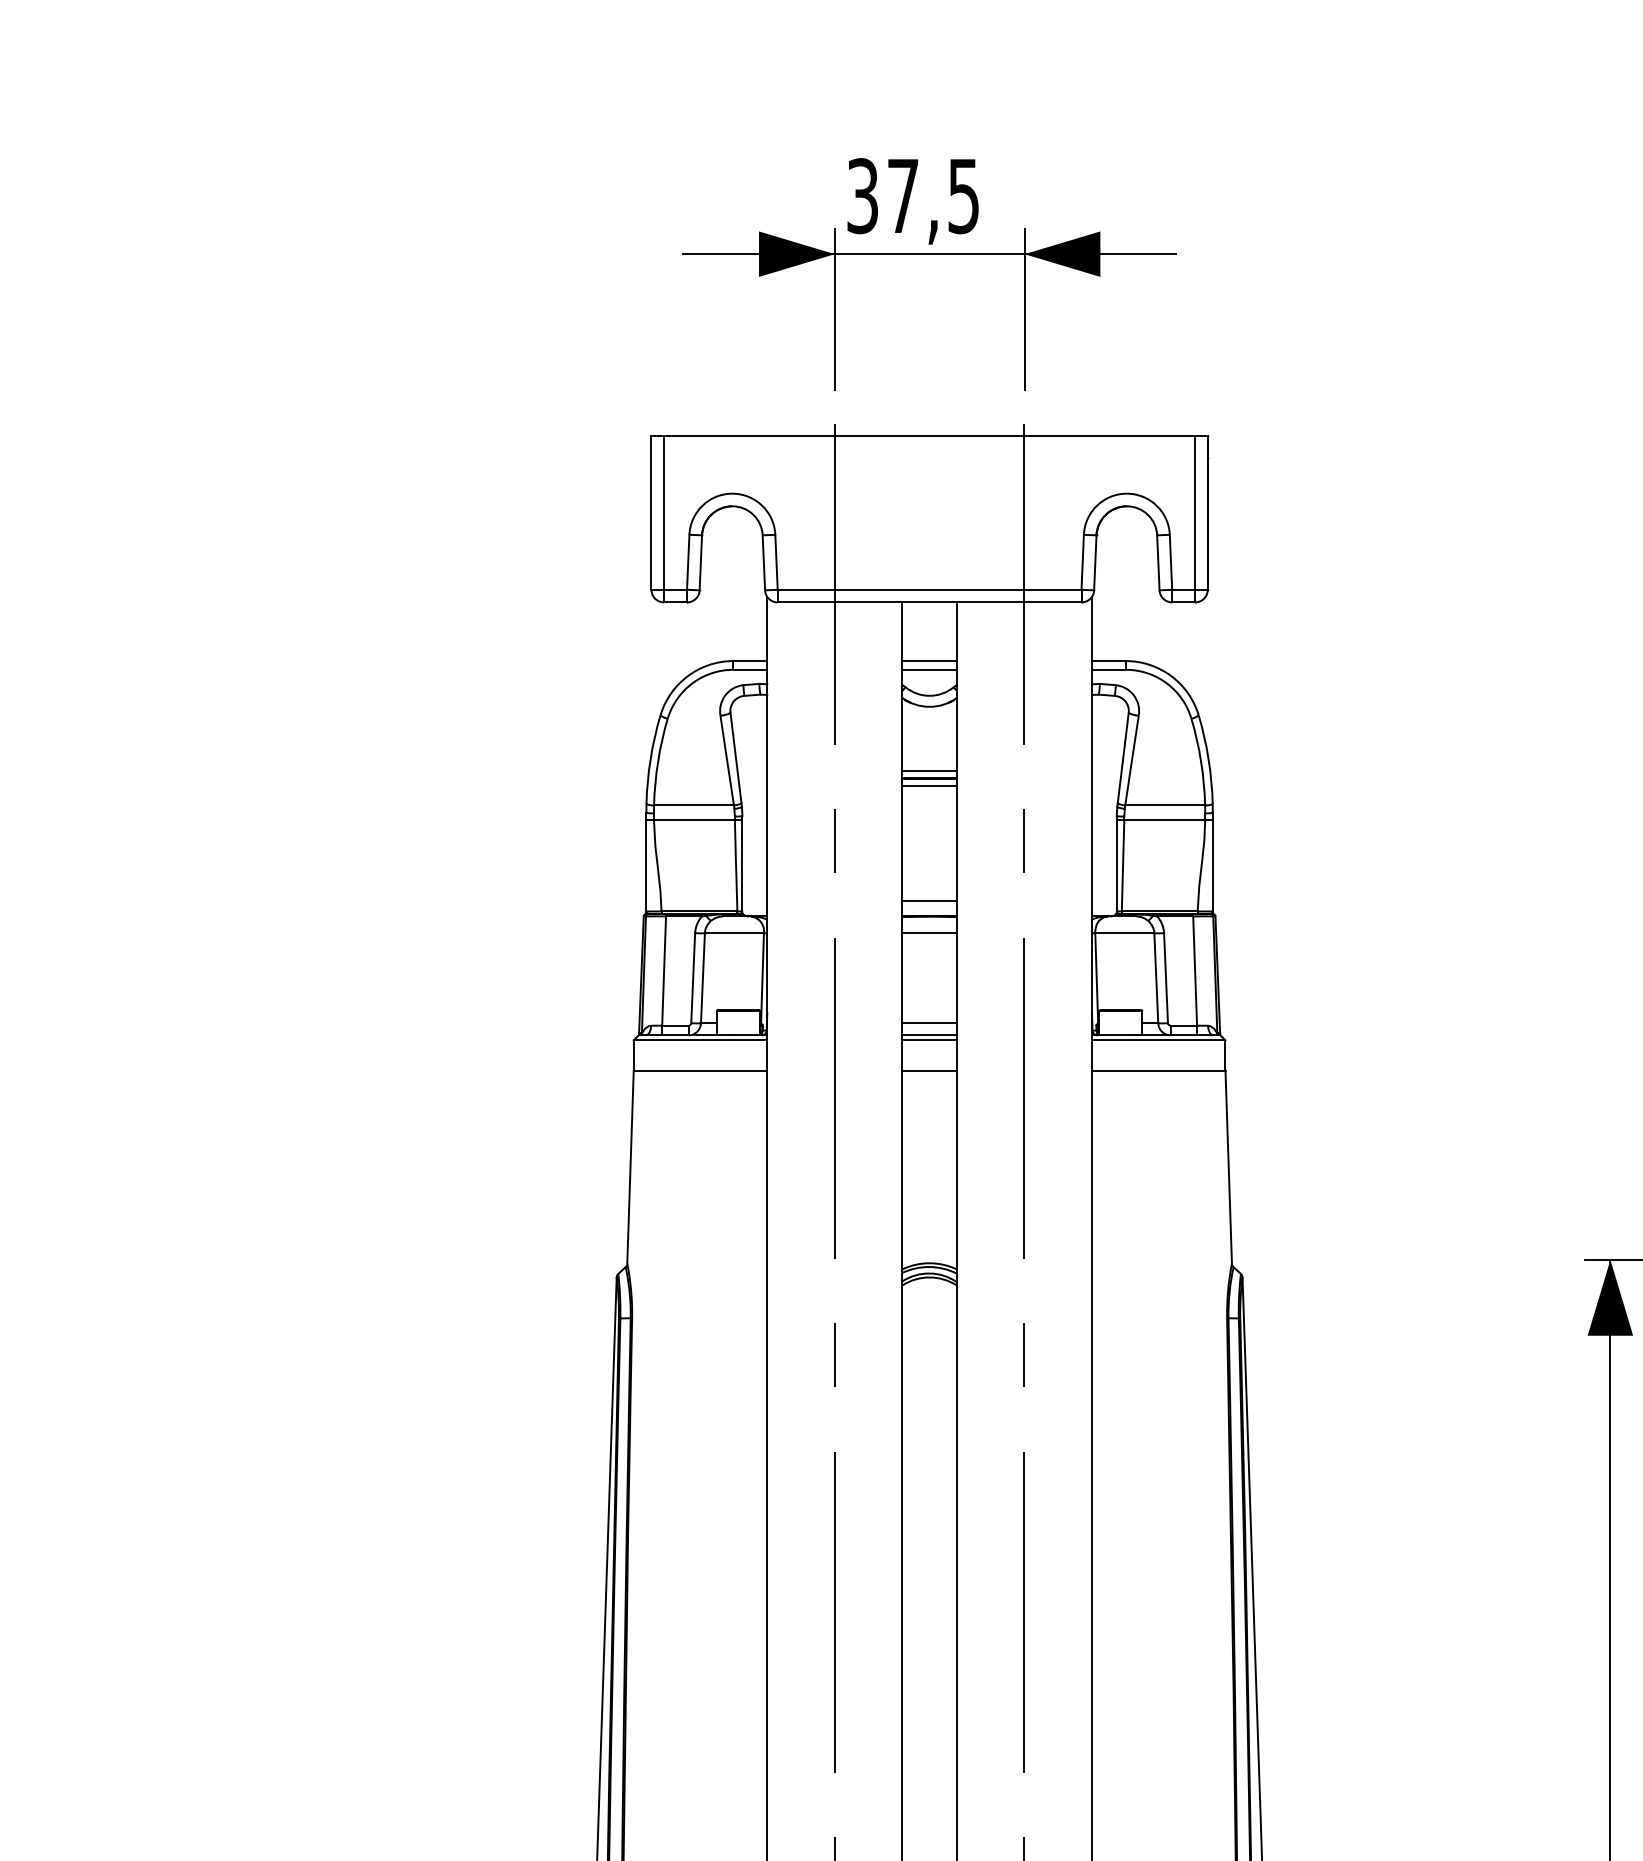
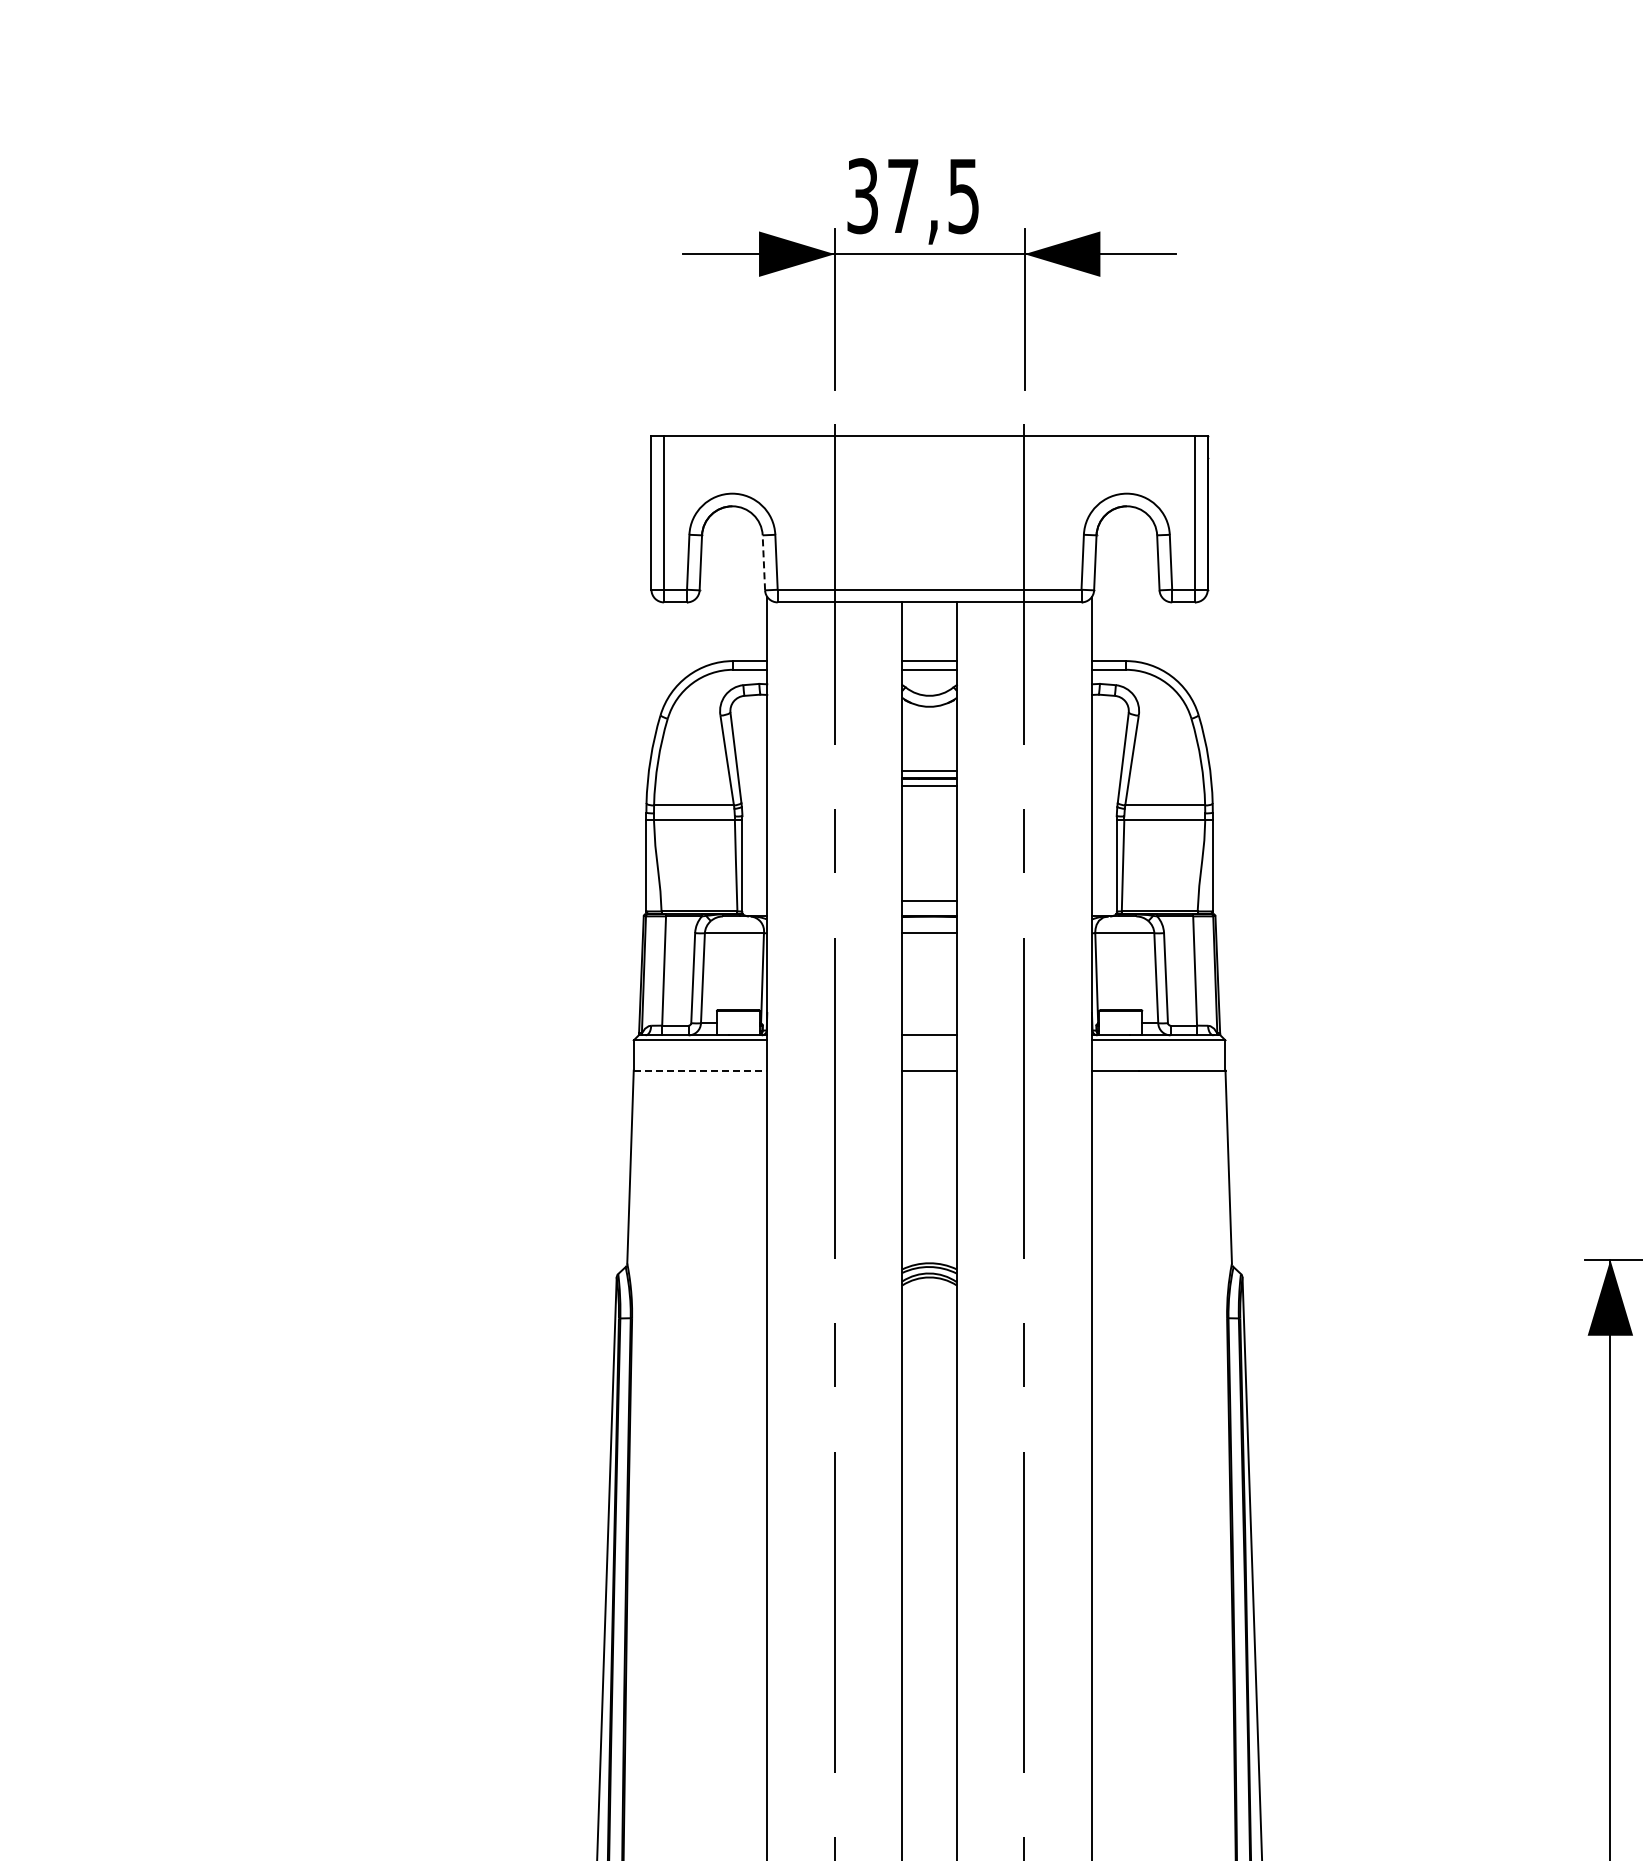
line at (763, 562): solid -> dashed
line at (929, 1023): present -> none
line at (929, 1040): present -> none
line at (700, 1070): solid -> dashed
